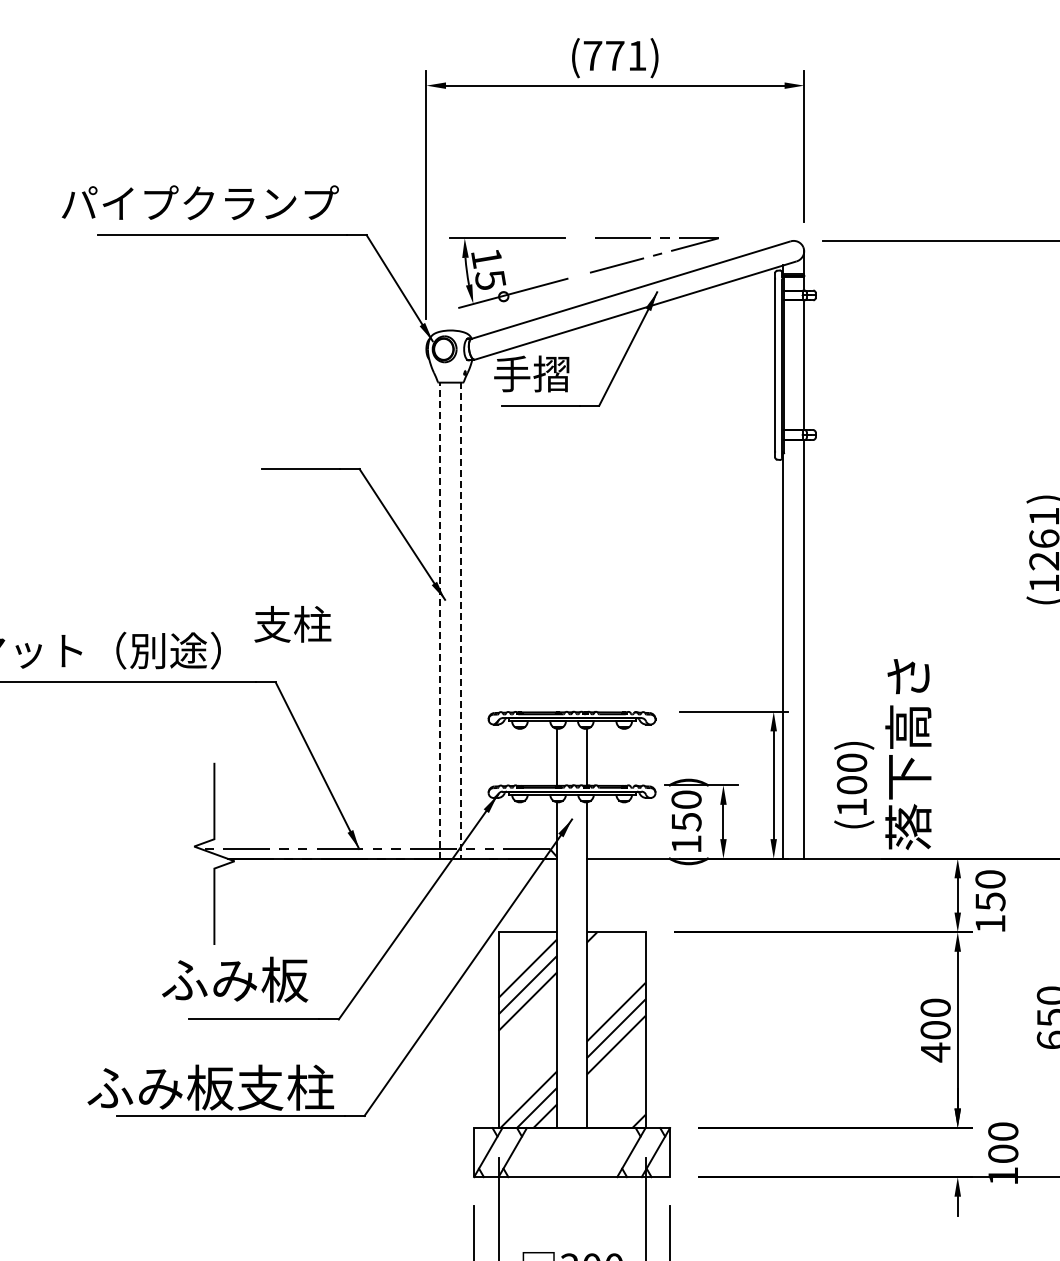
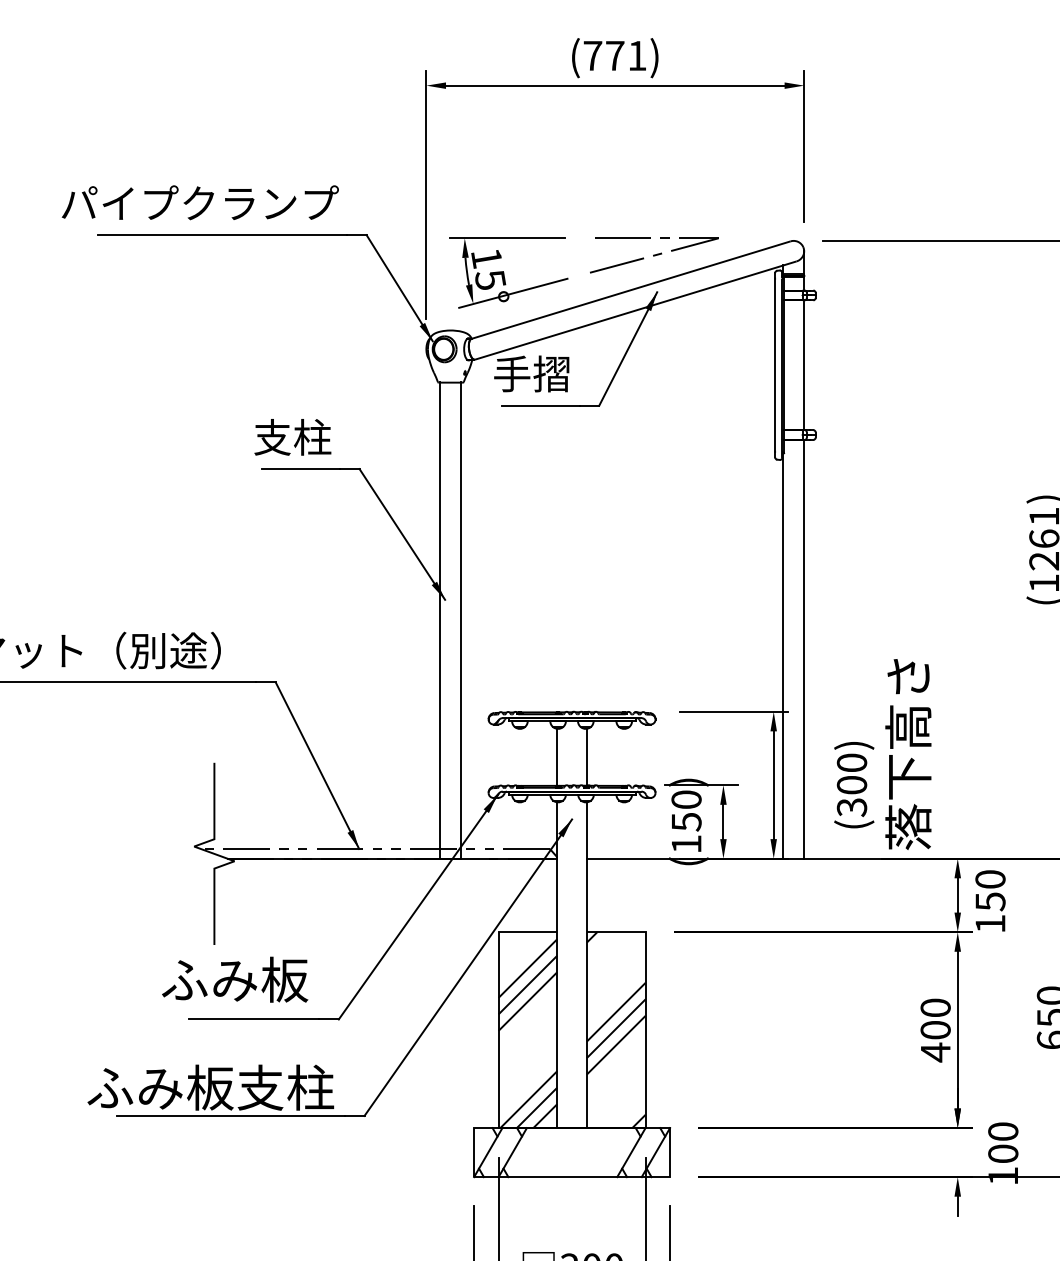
line at (440, 620): dashed -> solid
line at (461, 621): dashed -> solid
text at (292, 624) position: (292, 624) -> (292, 437)
text at (851, 807): (100) -> (300)
